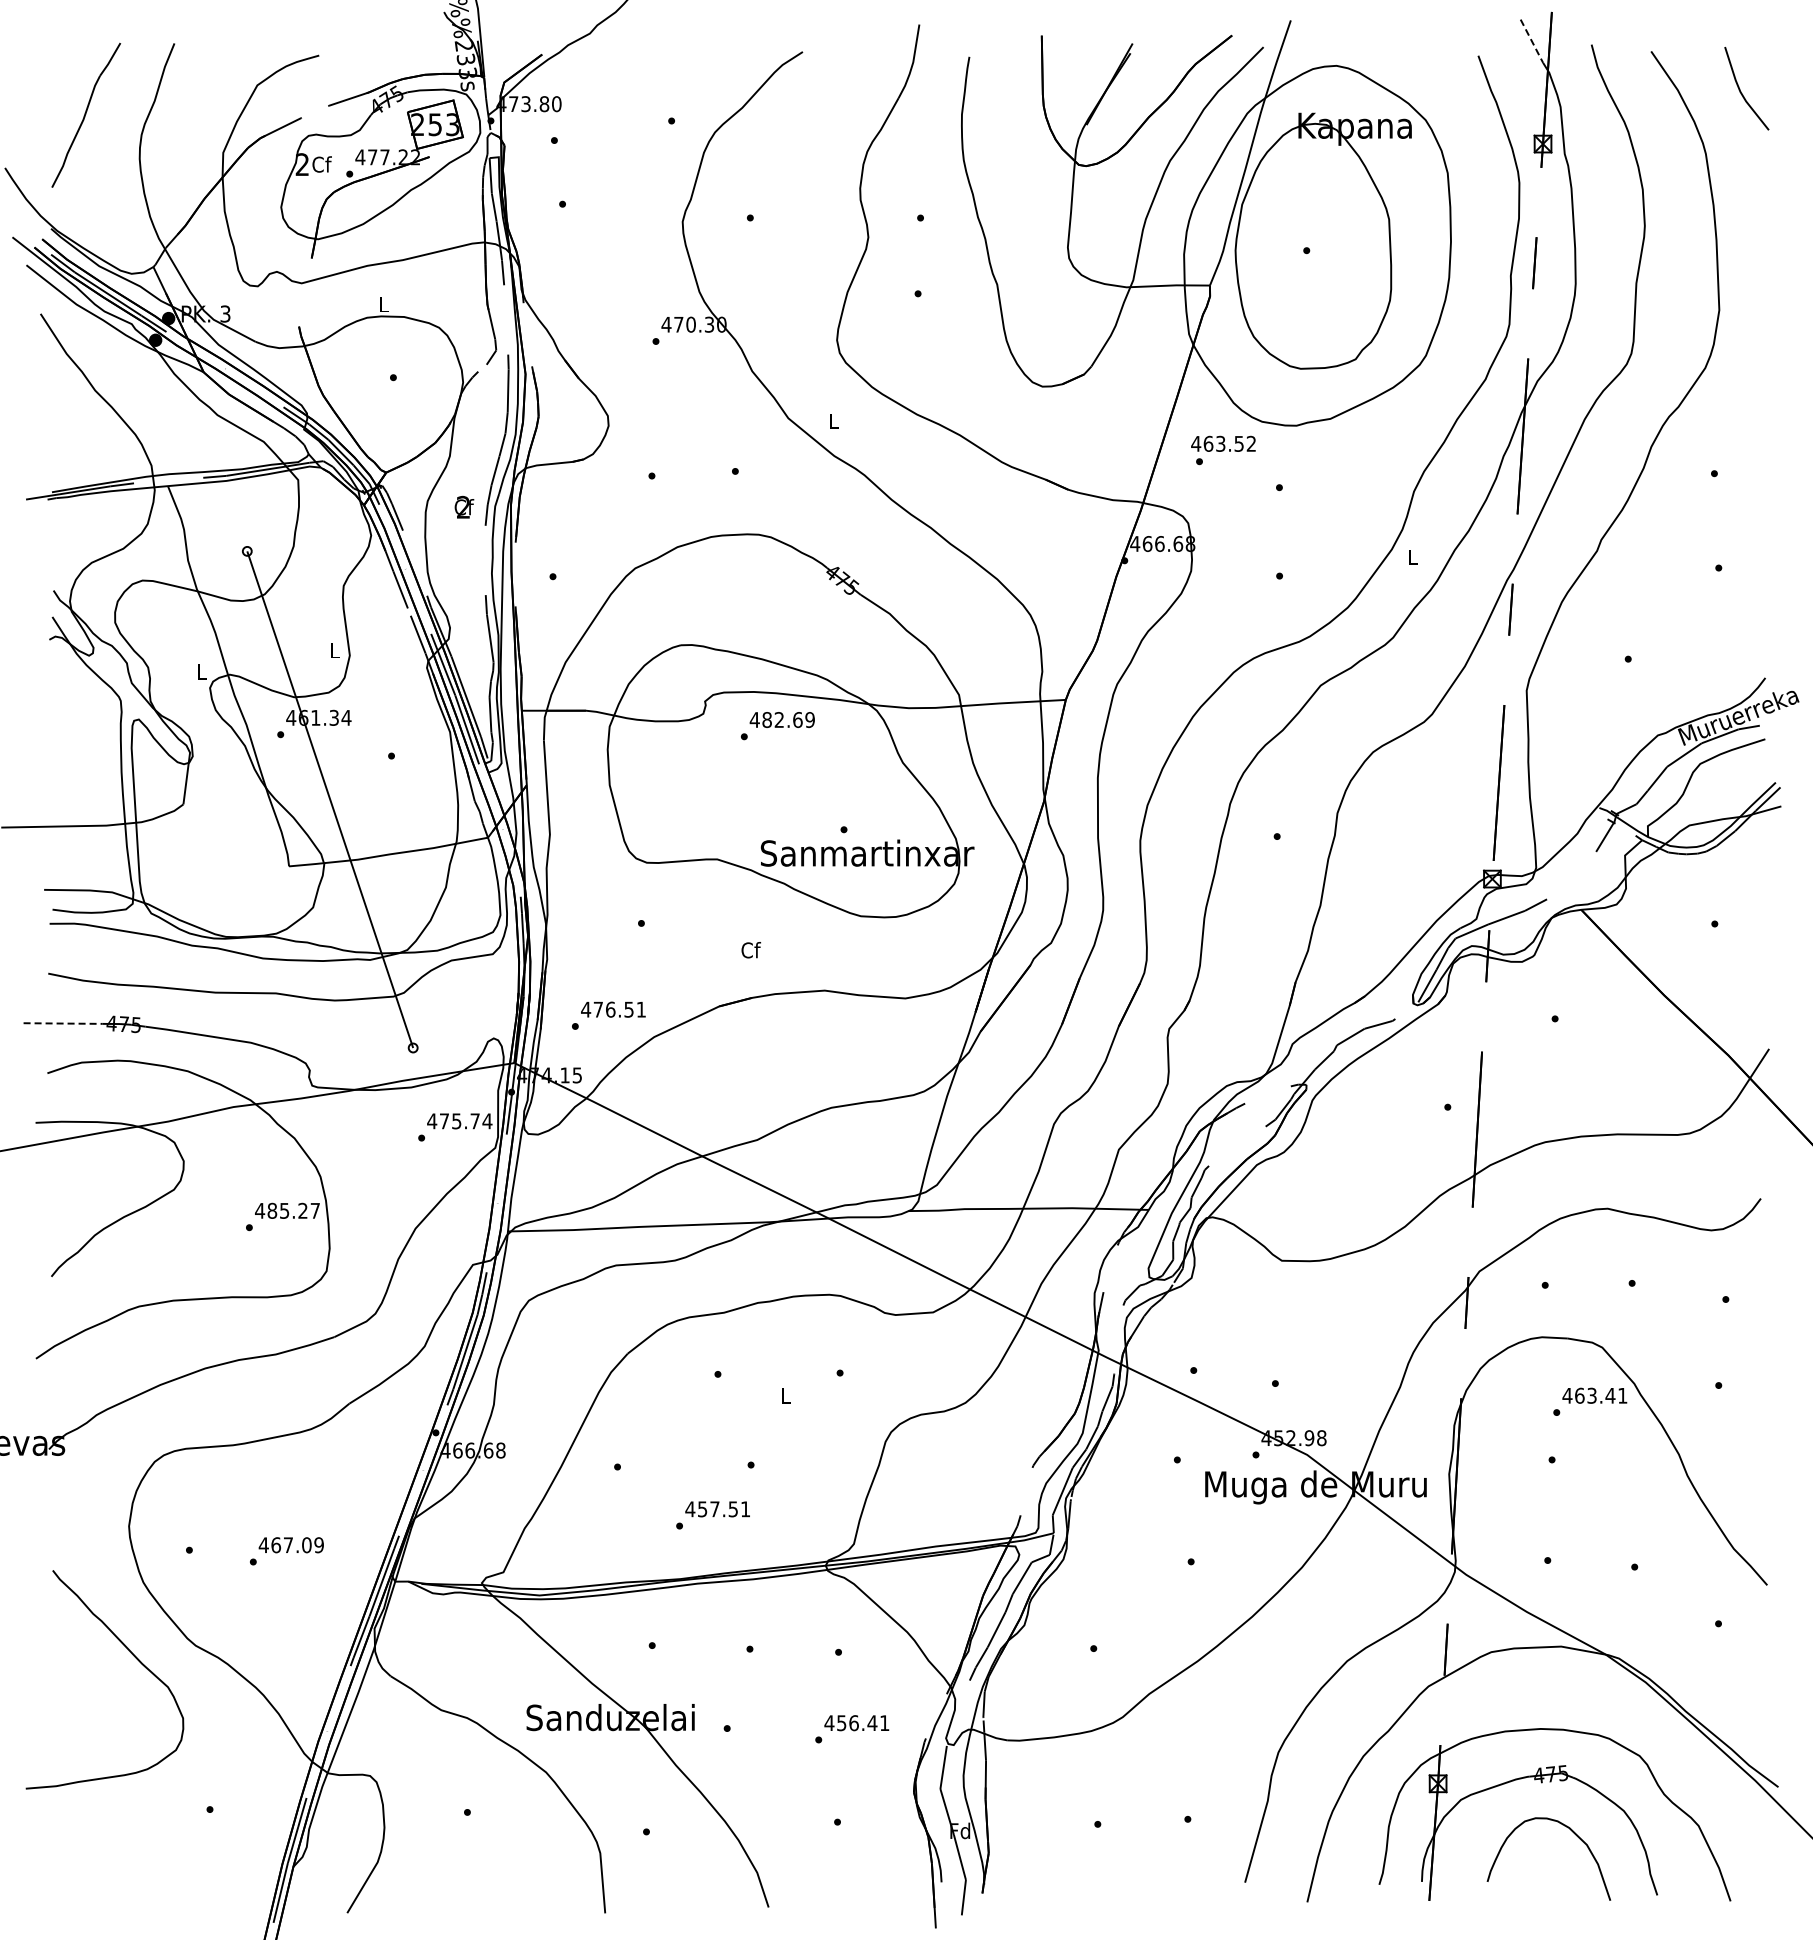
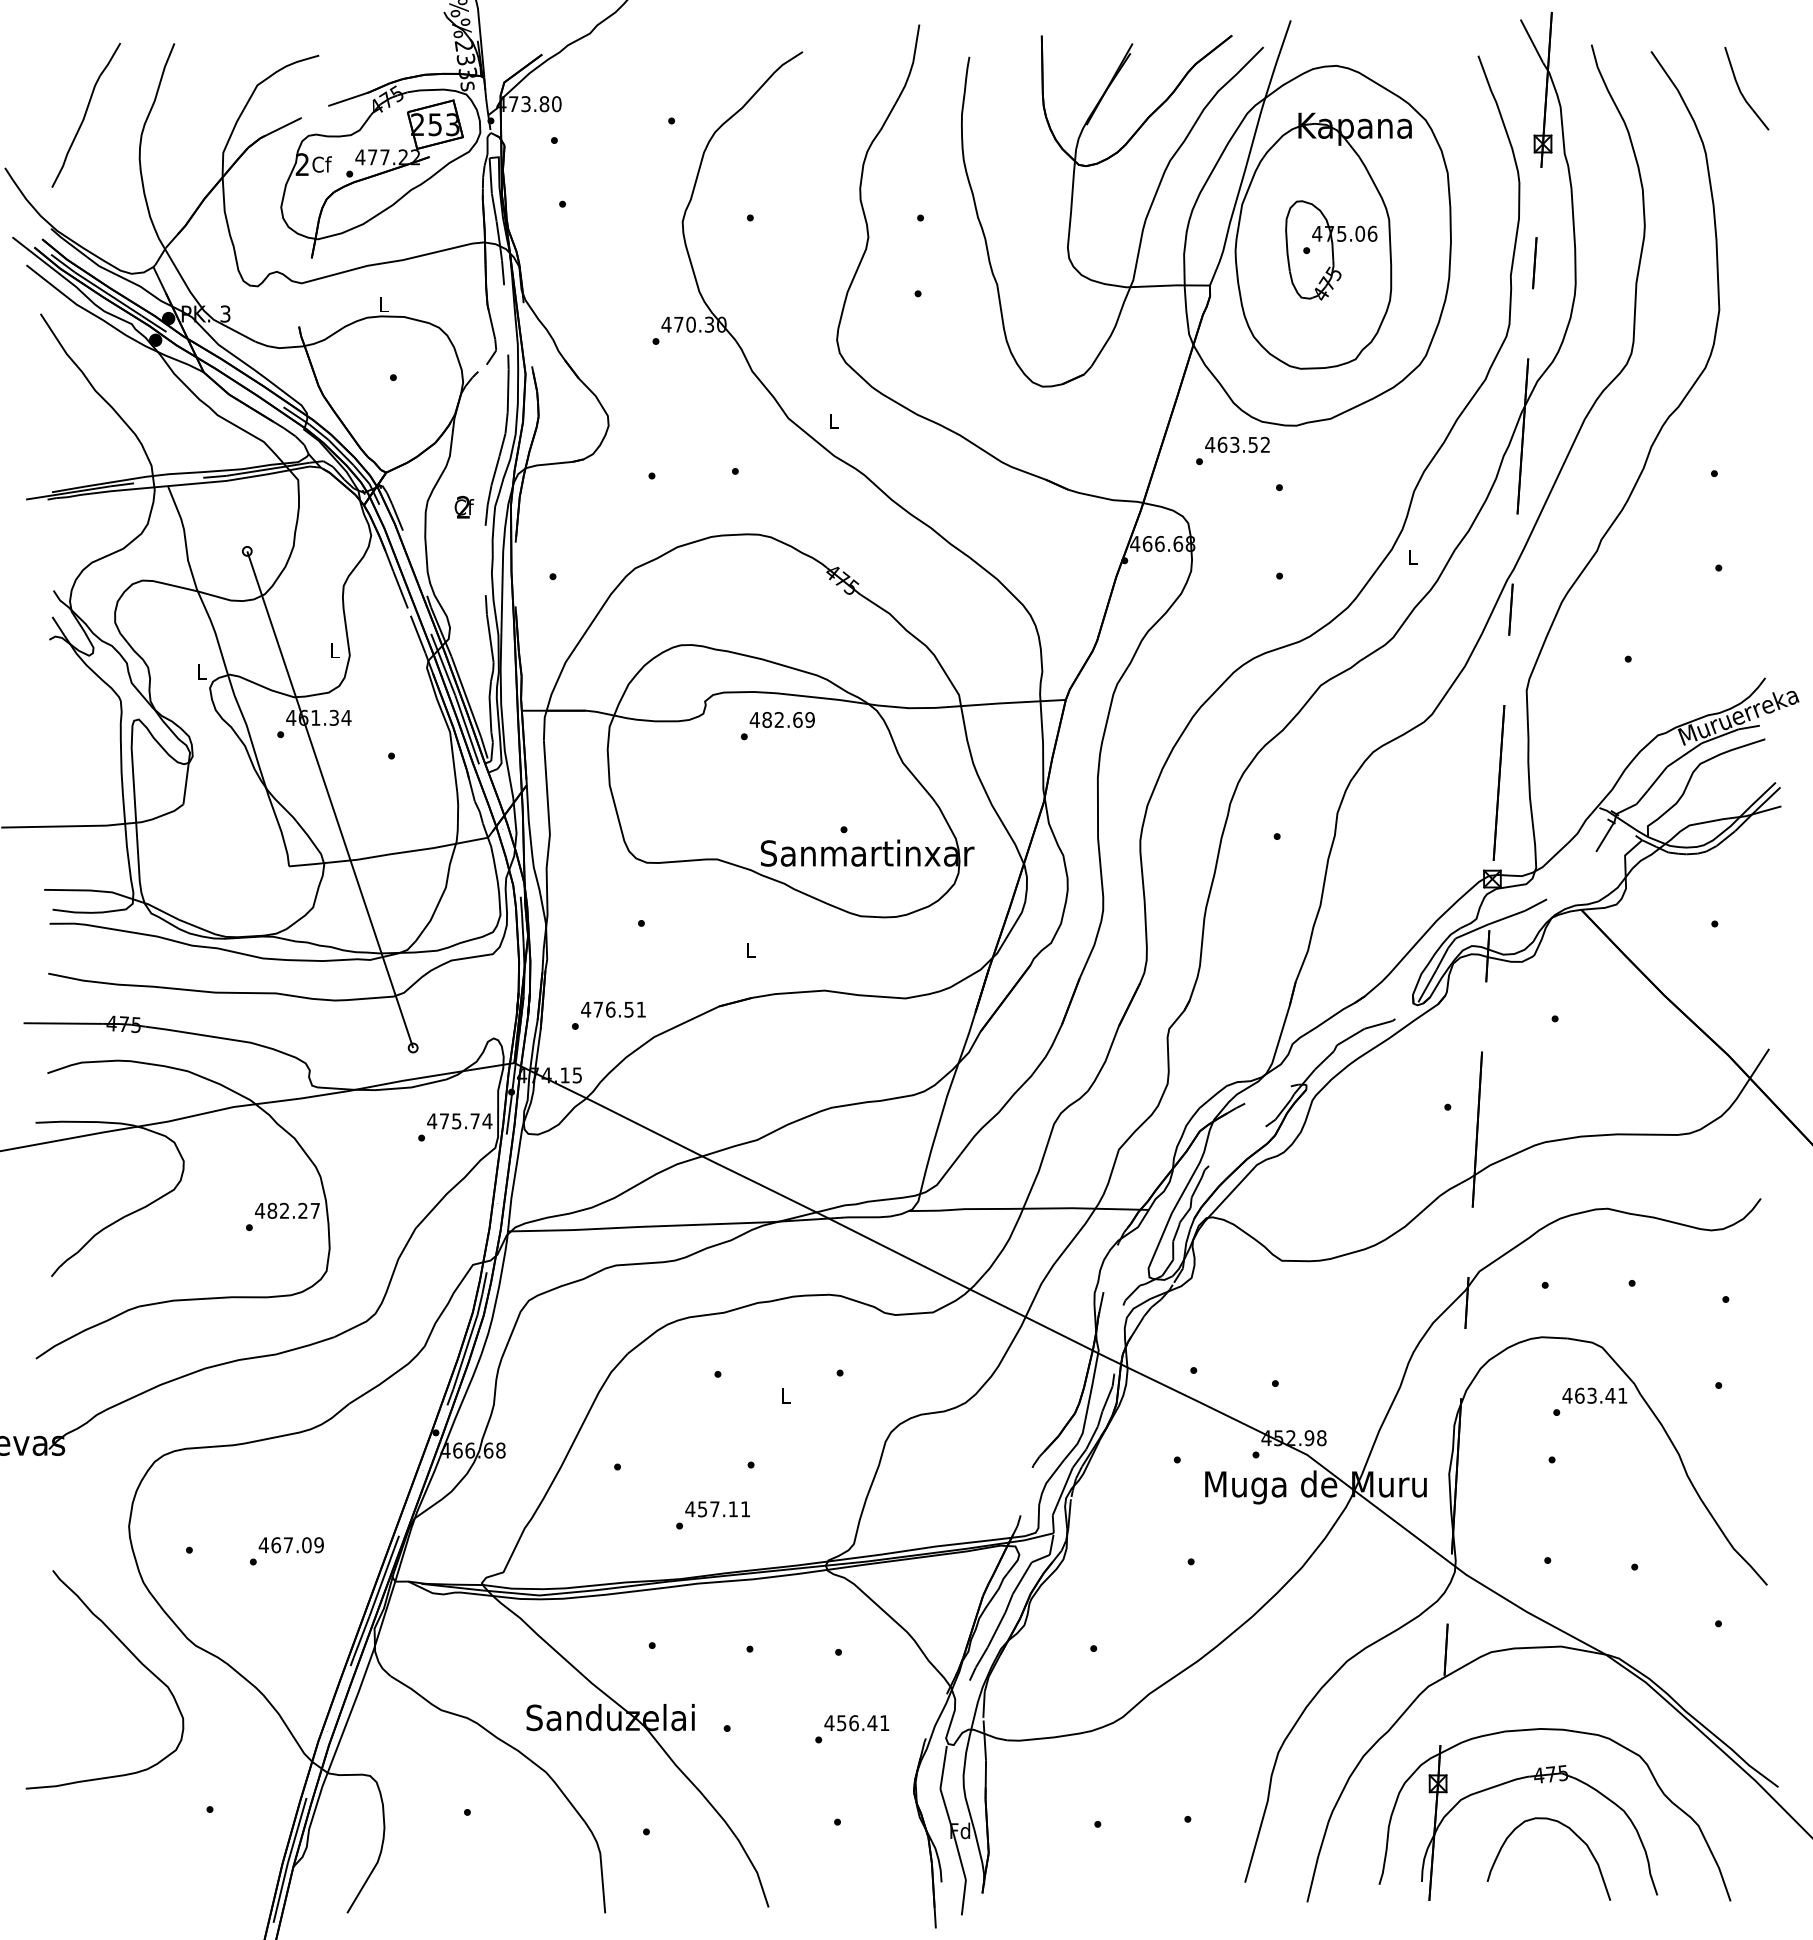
line at (1532, 41): dashed -> solid
part at (1331, 250): none -> present
text at (1223, 443) position: (1223, 443) -> (1237, 444)
text at (751, 950): Cf -> L
line at (63, 1023): dashed -> solid
text at (284, 1210): 485.27 -> 482.27
text at (732, 1509): 457.51 -> 457.11
